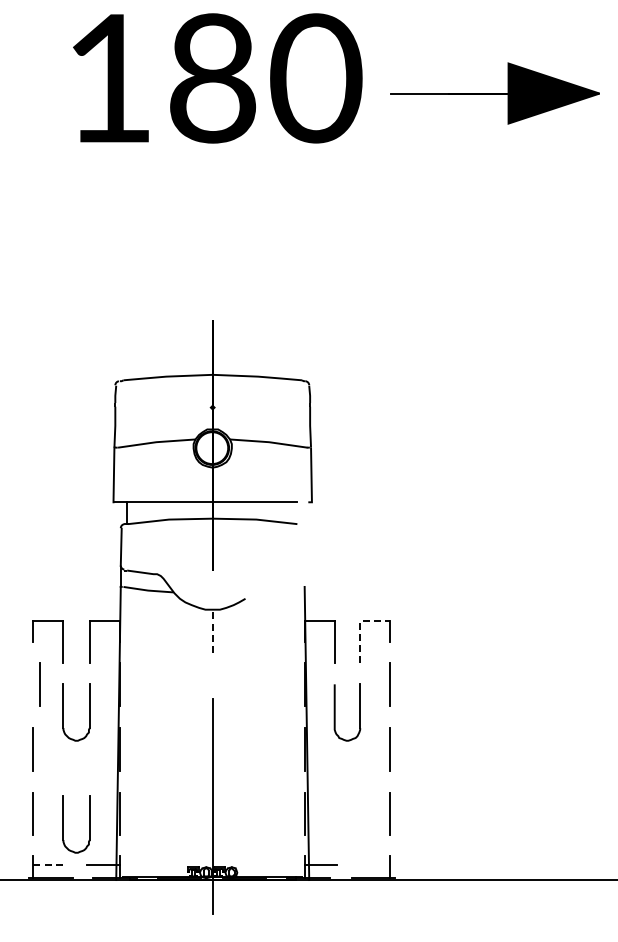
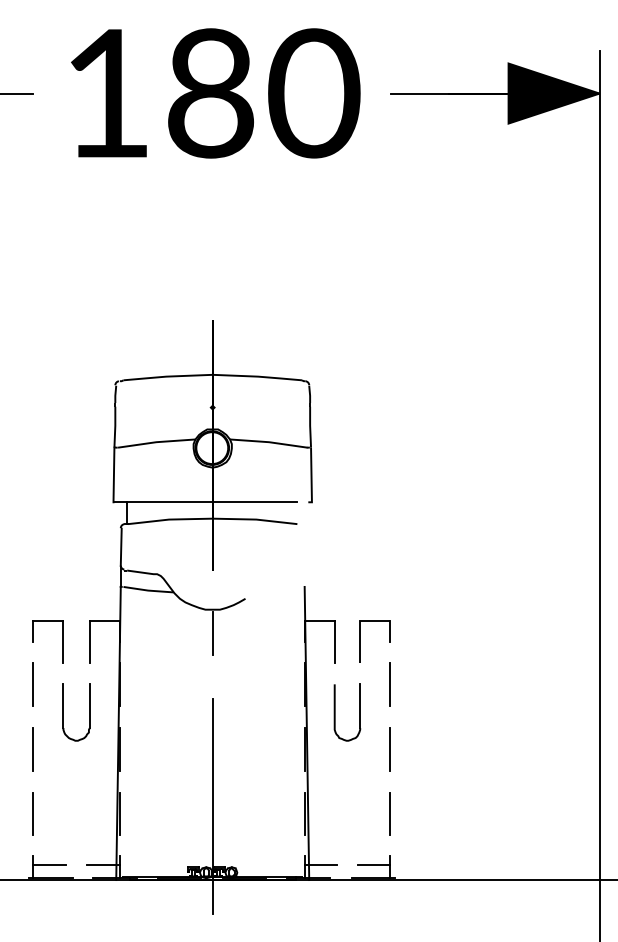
text at (217, 78) position: (217, 78) -> (215, 93)
line at (17, 93): none -> present
line at (599, 494): none -> present
line at (360, 625): dashed -> solid
line at (212, 634): dashed -> solid
line at (39, 684) position: (39, 684) -> (32, 684)
part at (63, 824): present -> none
line at (50, 865): dashed -> solid
line at (374, 865): none -> present
